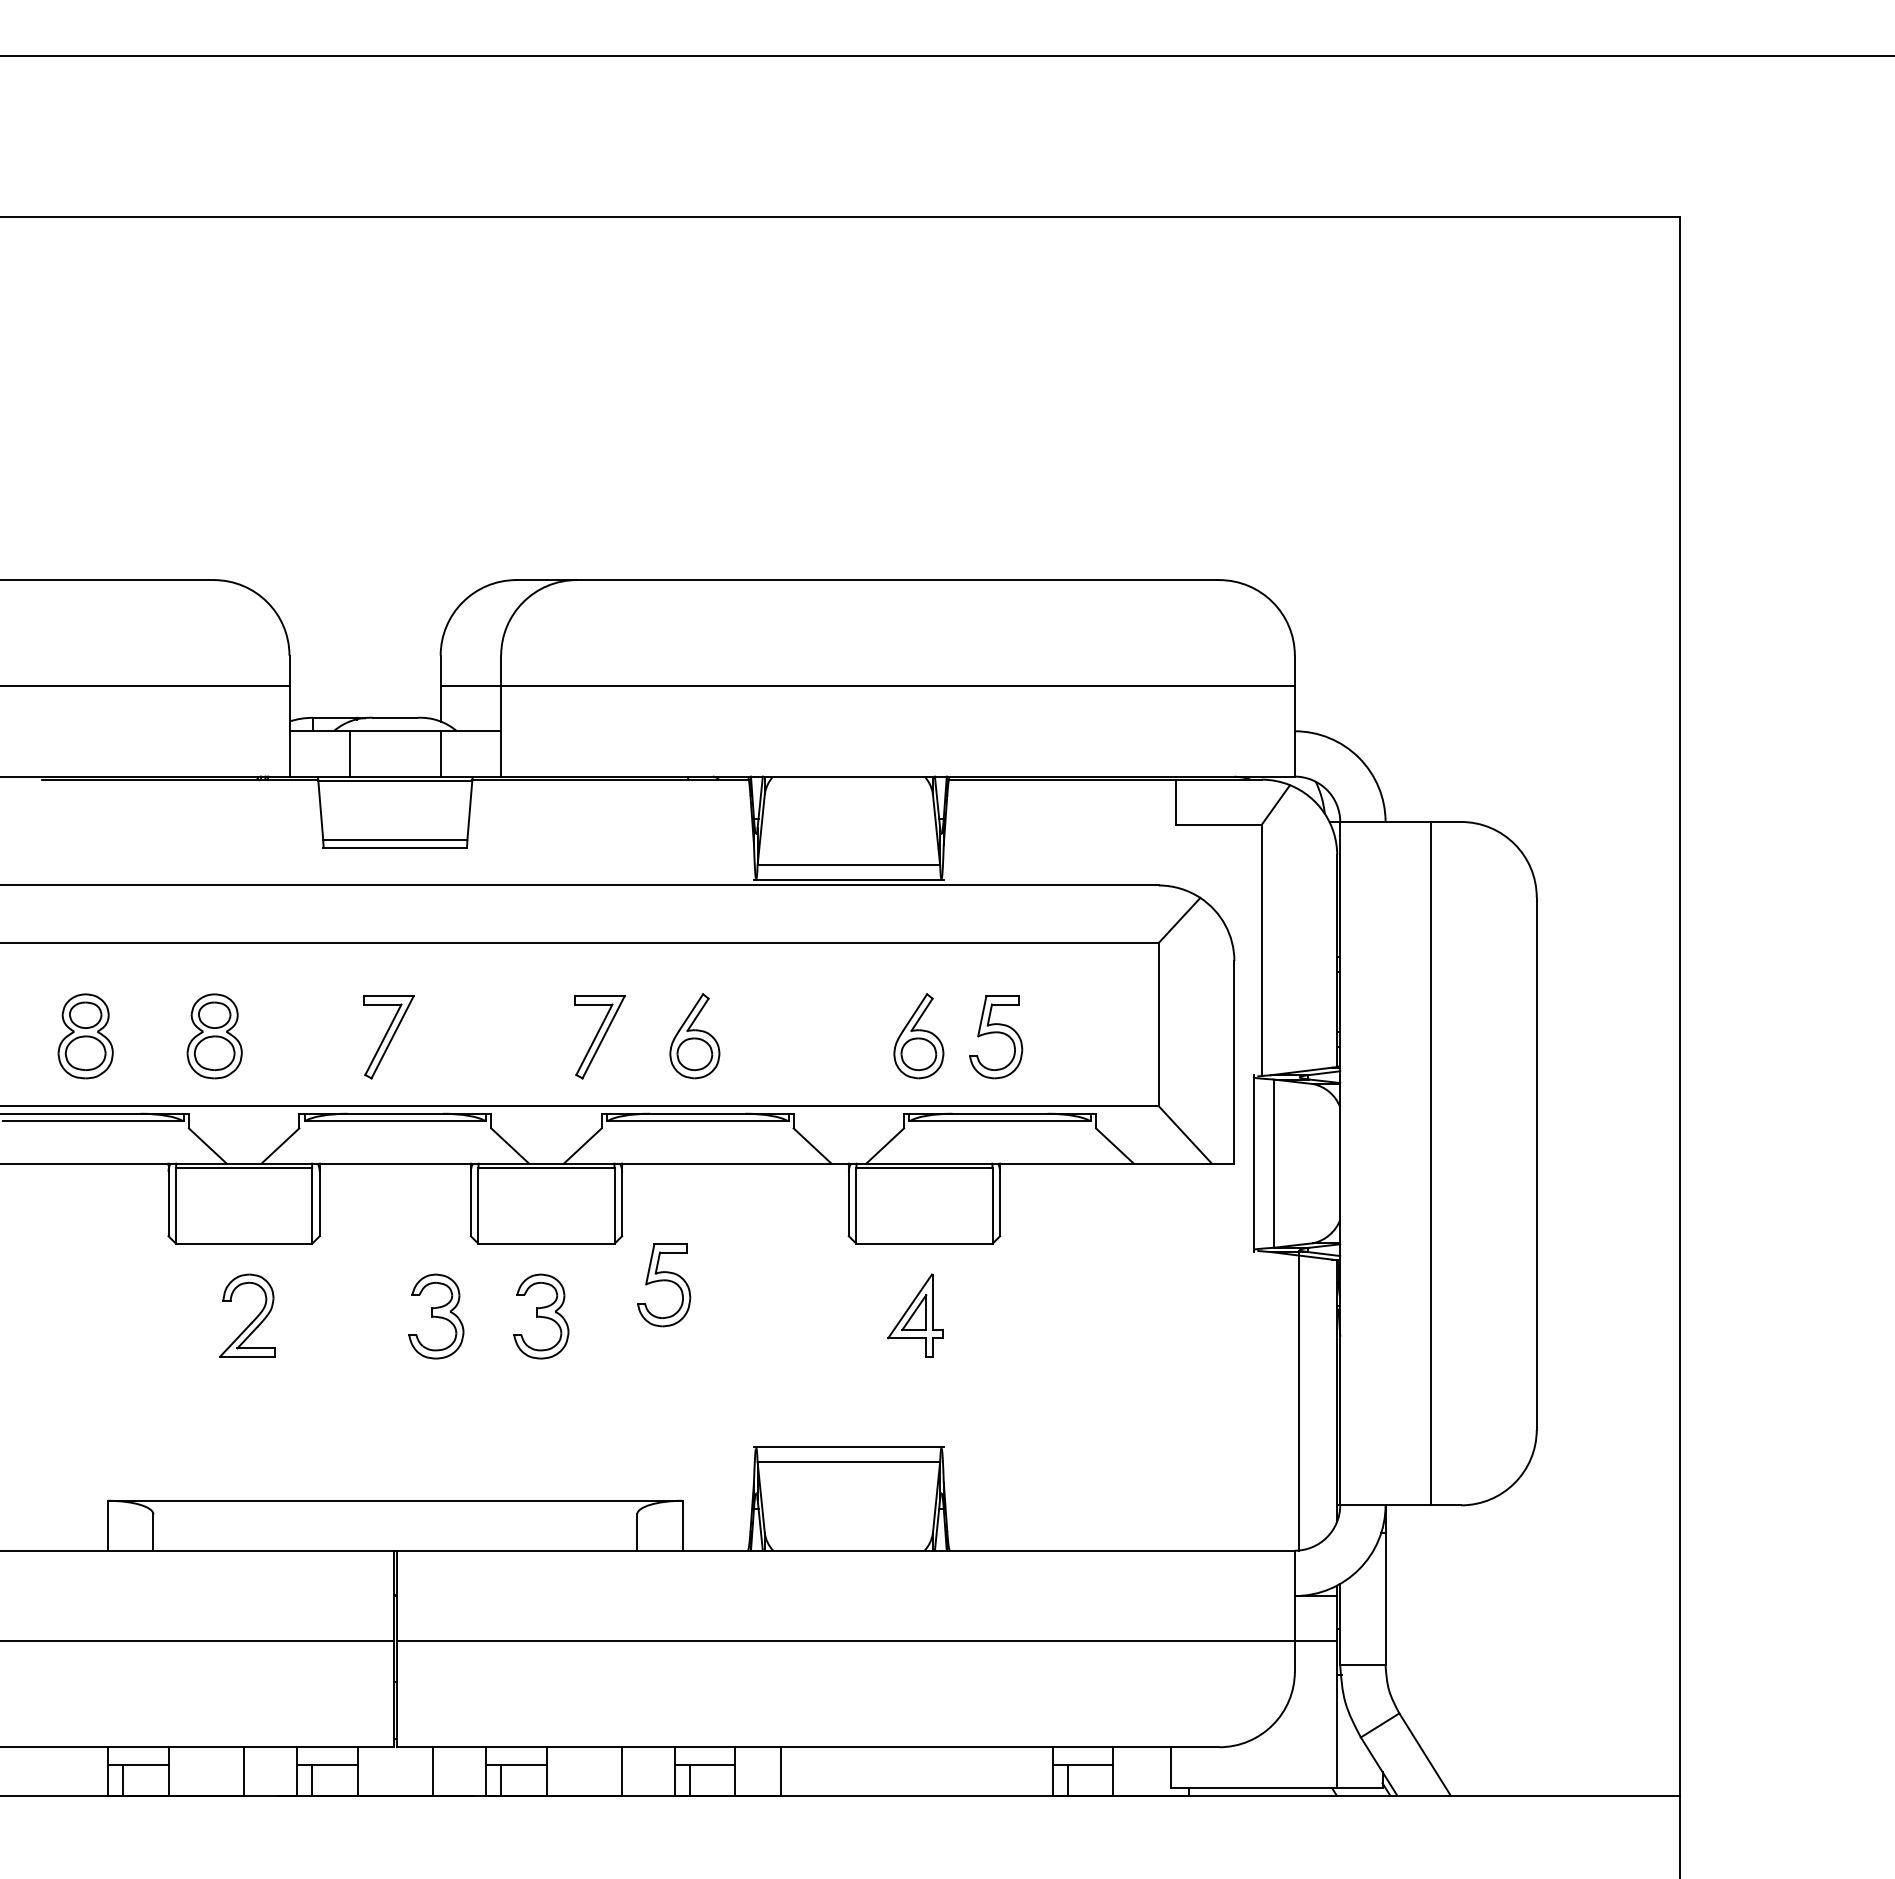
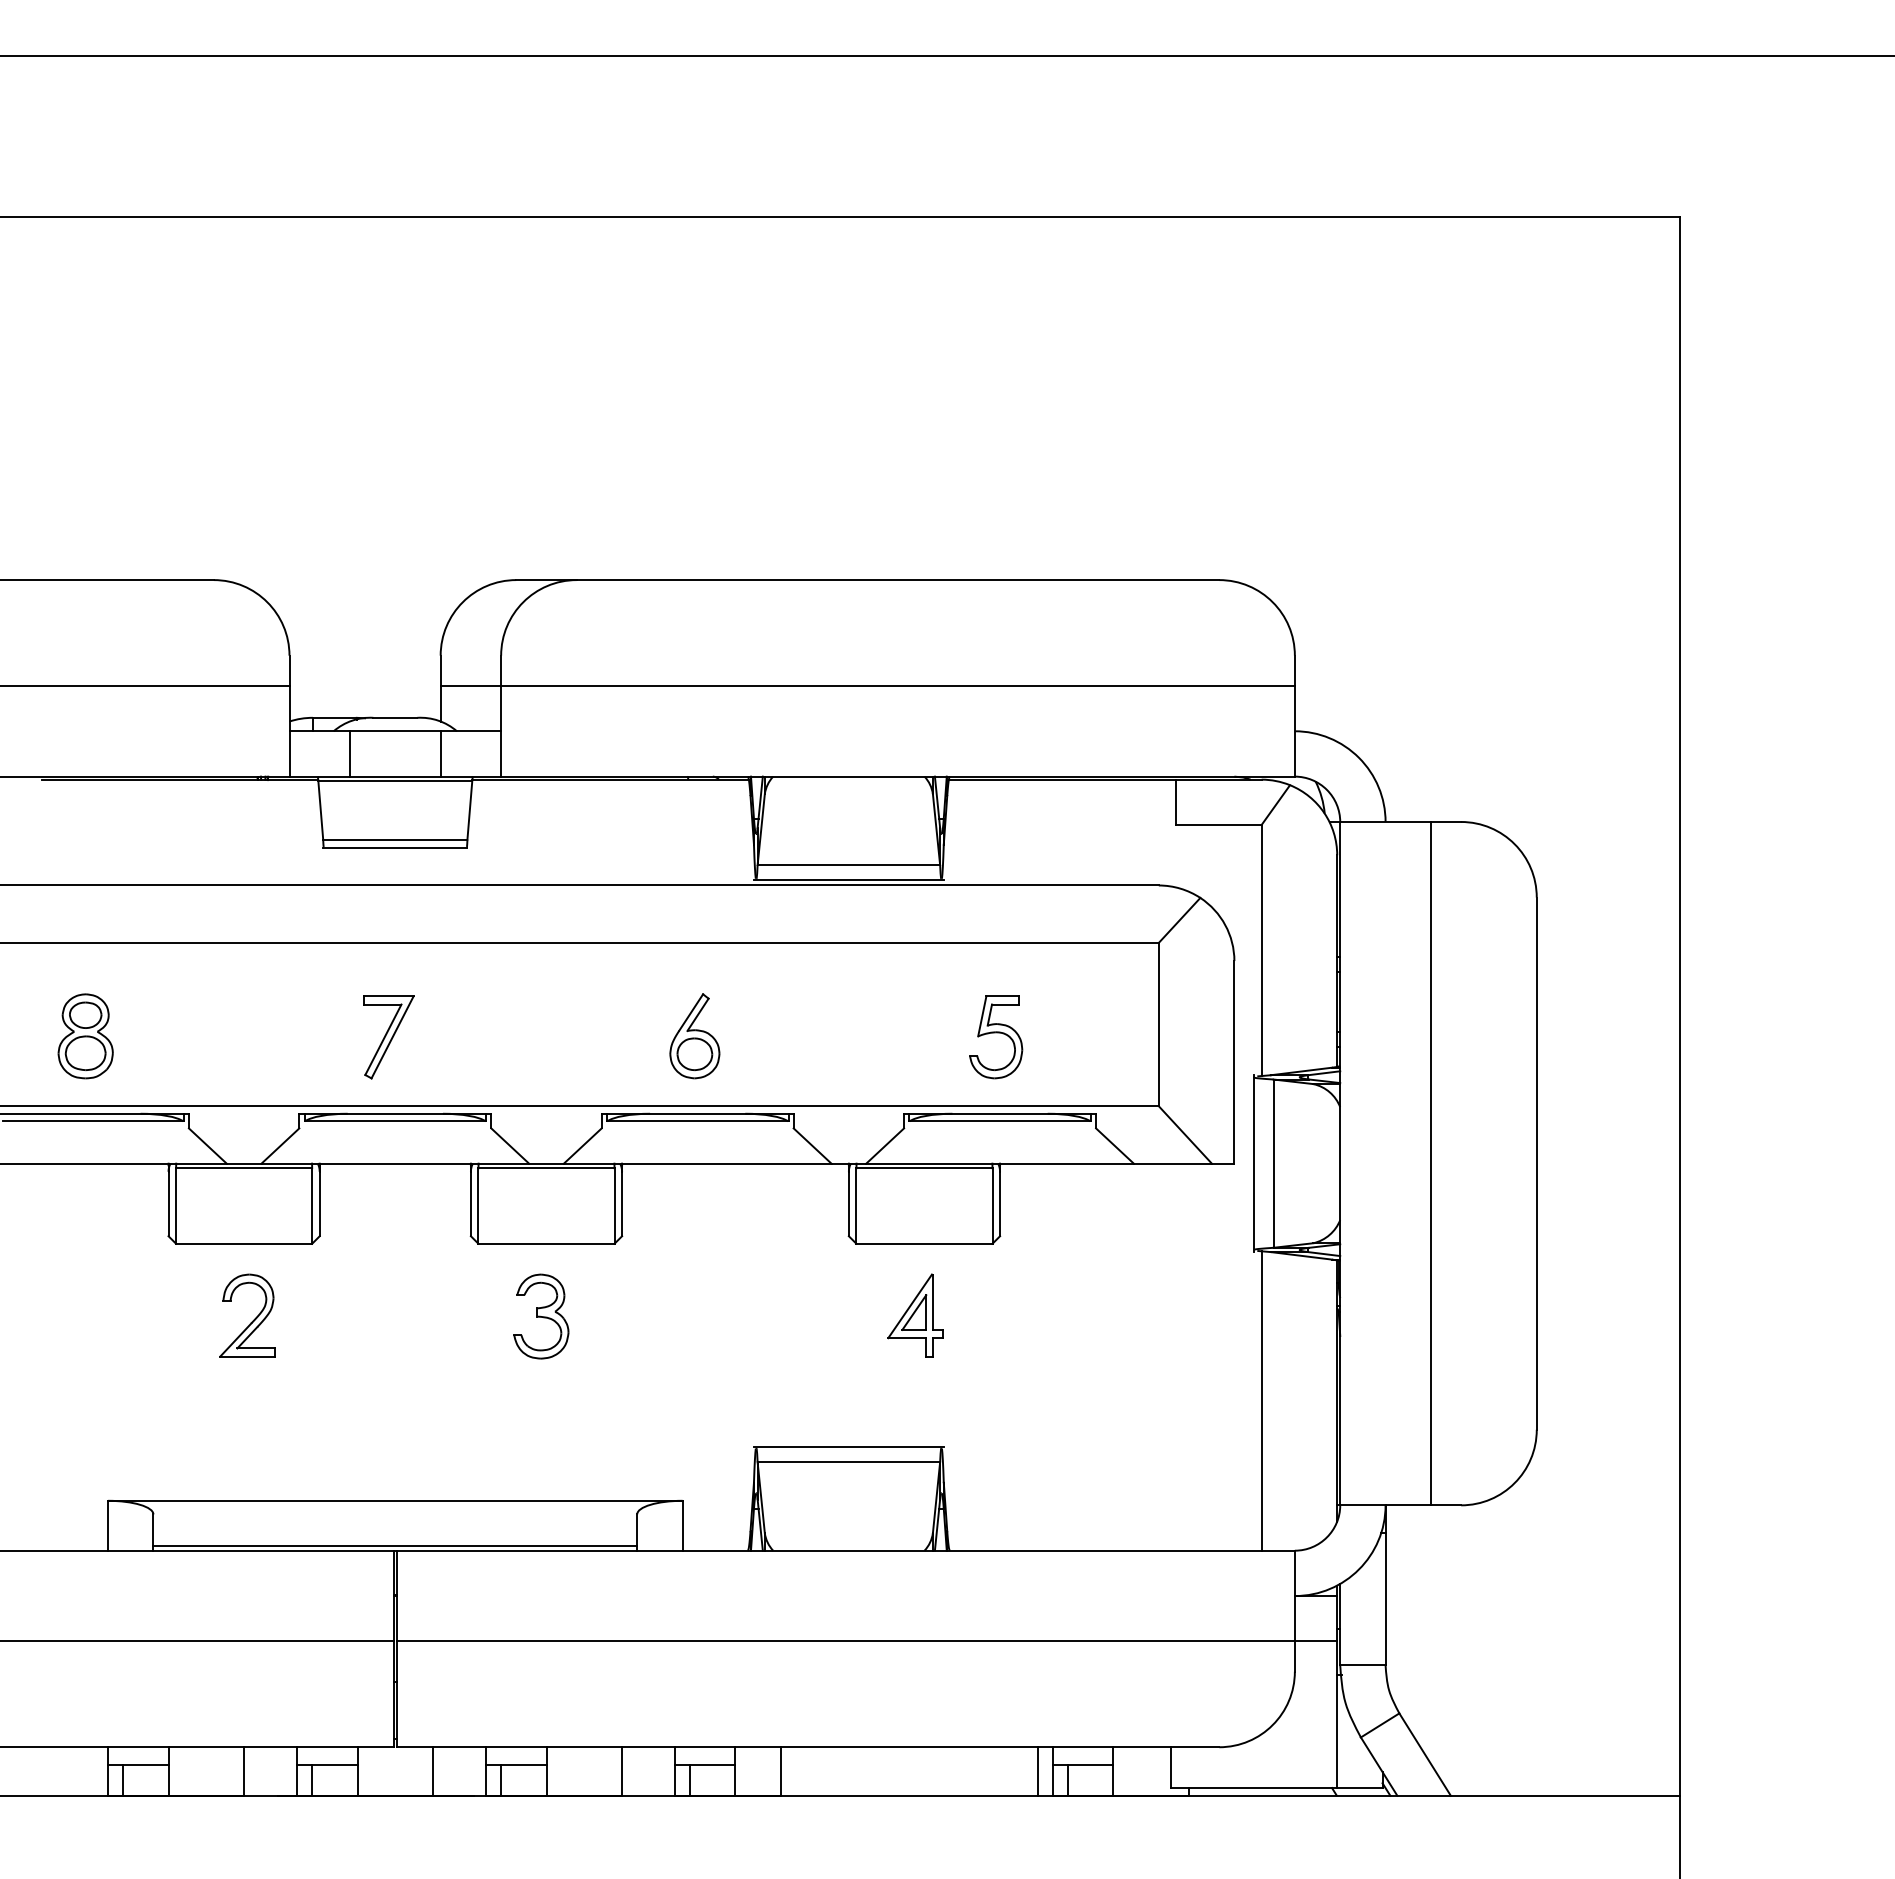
part at (214, 1036): present -> none
part at (918, 1036): present -> none
part at (599, 1037): present -> none
part at (664, 1285): present -> none
part at (436, 1316): present -> none
line at (1298, 1400) position: (1298, 1400) -> (1261, 1400)
line at (395, 1546): none -> present
line at (1037, 1771): none -> present
